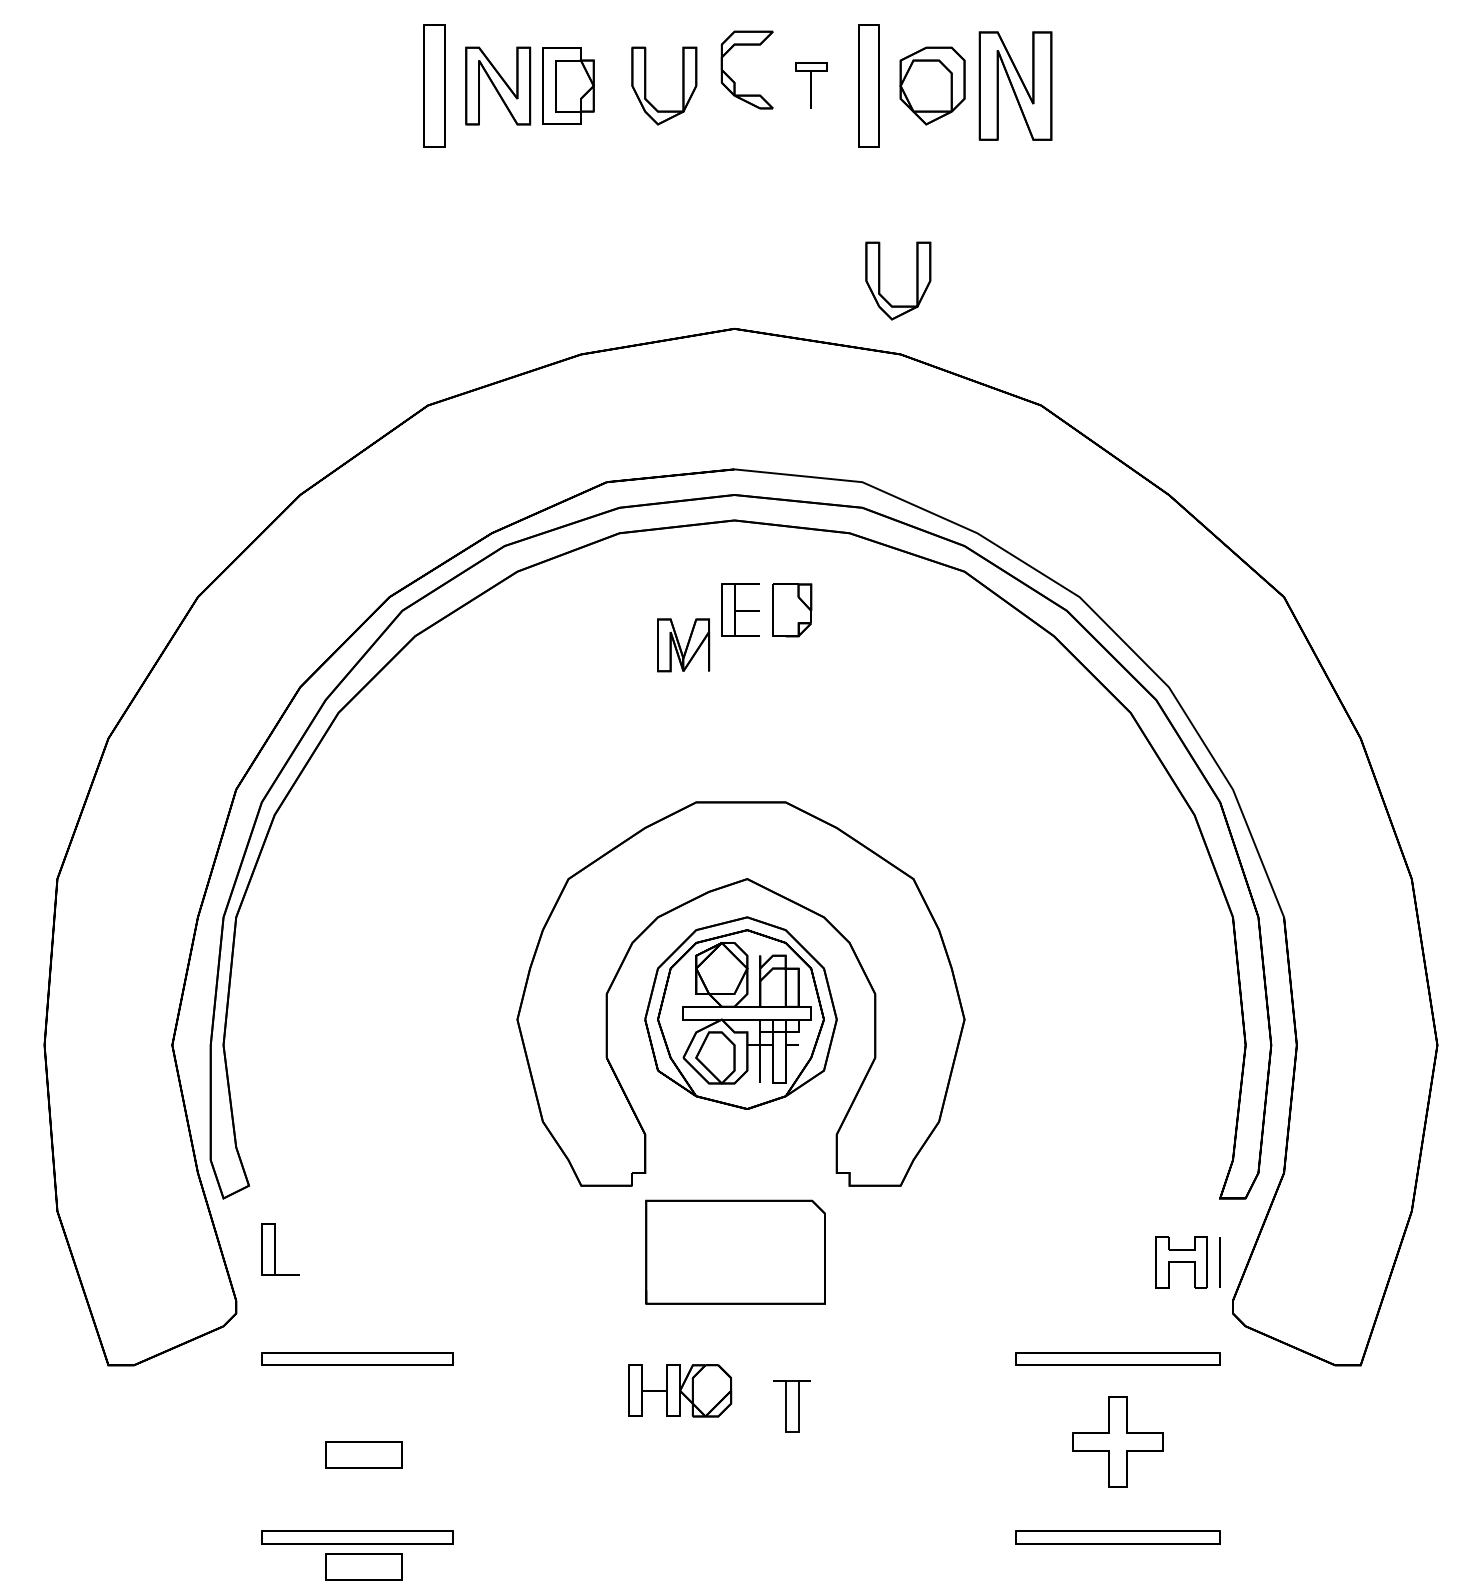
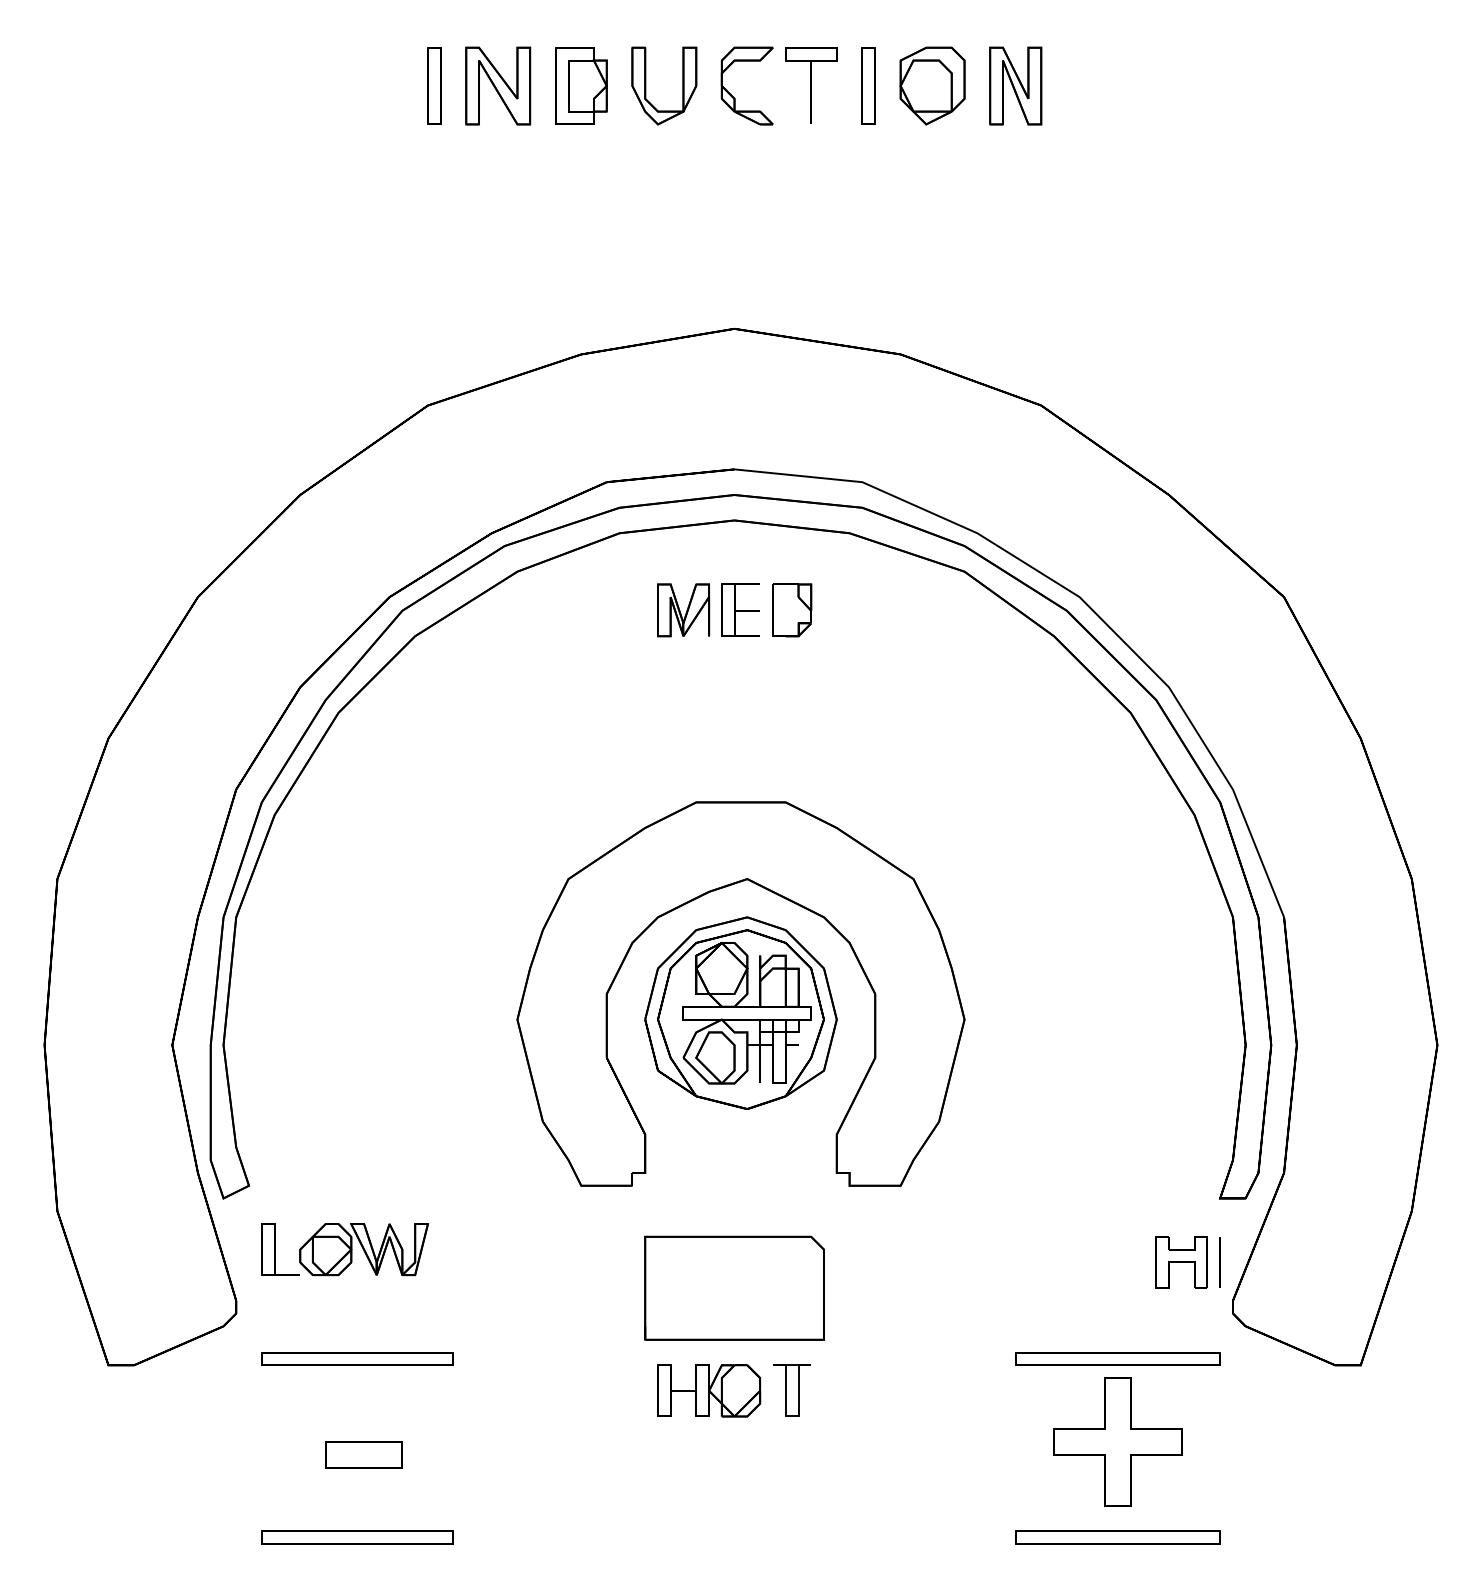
part at (734, 81) position: (734, 81) -> (734, 97)
part at (434, 85) size: 23x124 px -> 15x78 px
part at (568, 85) position: (568, 85) -> (581, 85)
part at (811, 85) size: 33x47 px -> 53x77 px
part at (868, 85) size: 22x124 px -> 15x78 px
part at (1015, 85) size: 75x110 px -> 54x80 px
part at (880, 280): present -> none
part at (683, 645) position: (683, 645) -> (683, 610)
part at (363, 1249): none -> present
part at (735, 1251) position: (735, 1251) -> (734, 1287)
part at (680, 1390) position: (680, 1390) -> (709, 1390)
part at (791, 1406) position: (791, 1406) -> (791, 1390)
part at (1117, 1441) size: 92x92 px -> 130x130 px
part at (363, 1566): present -> none
